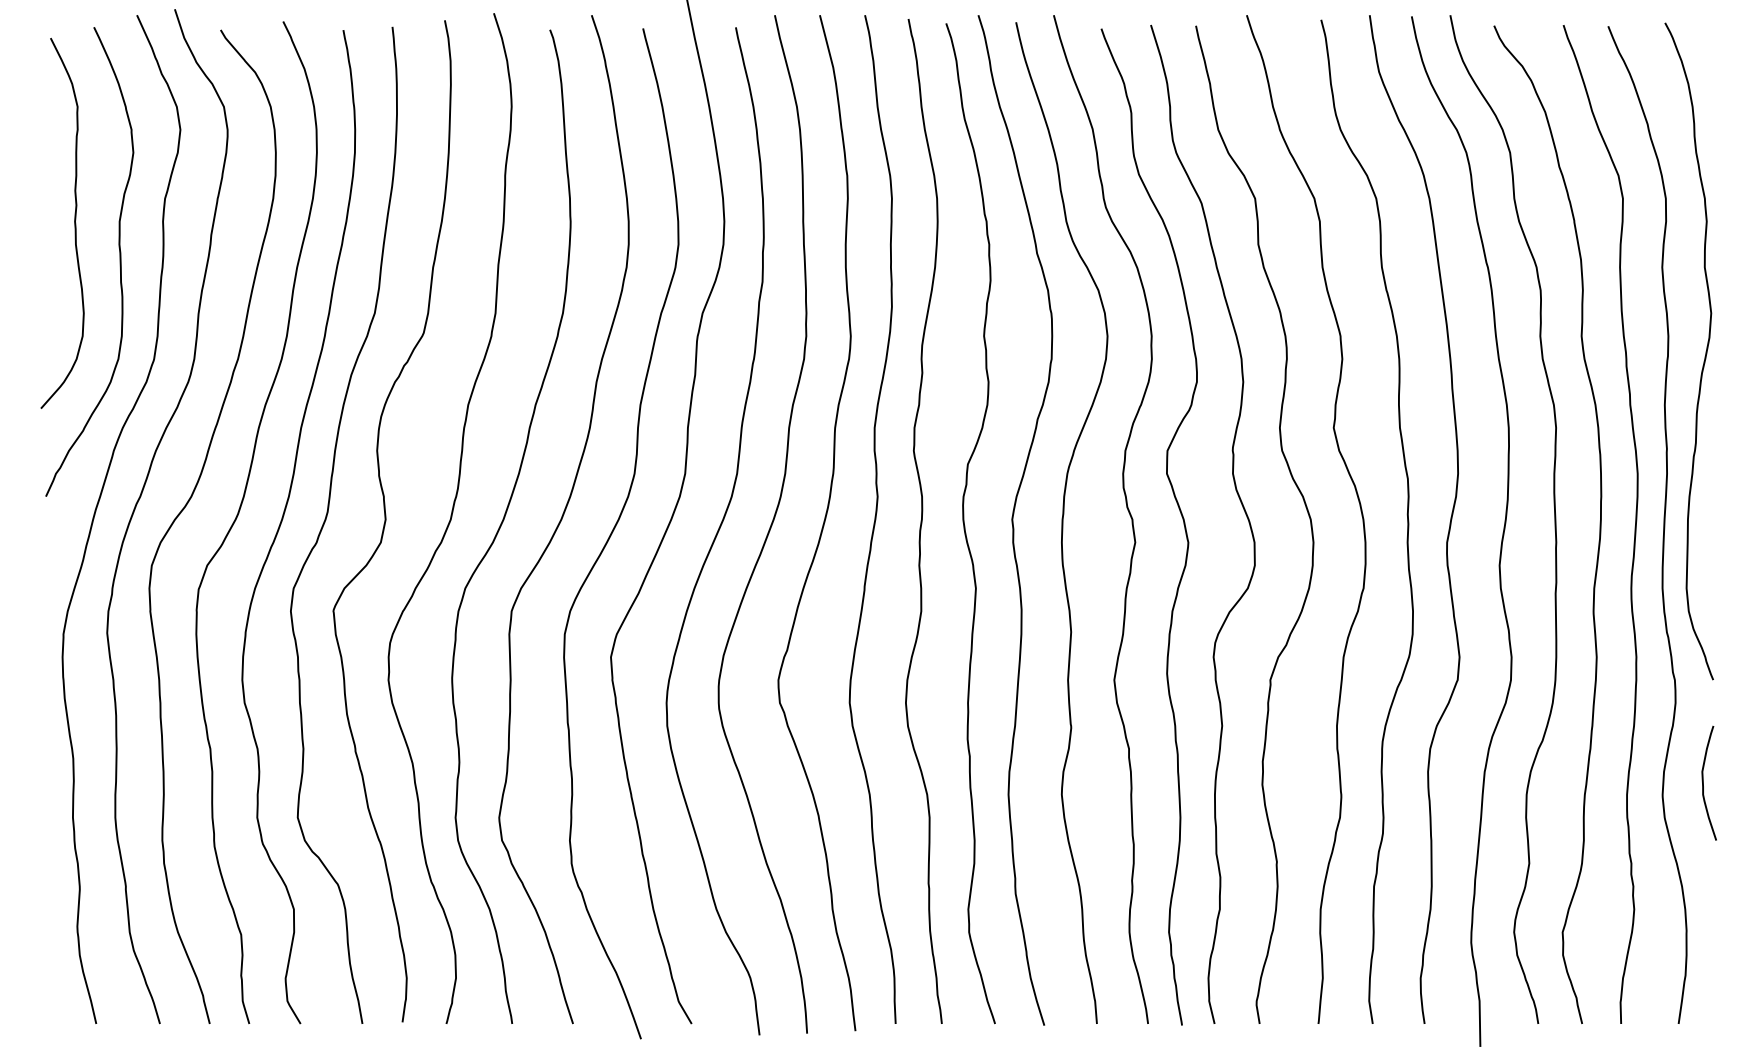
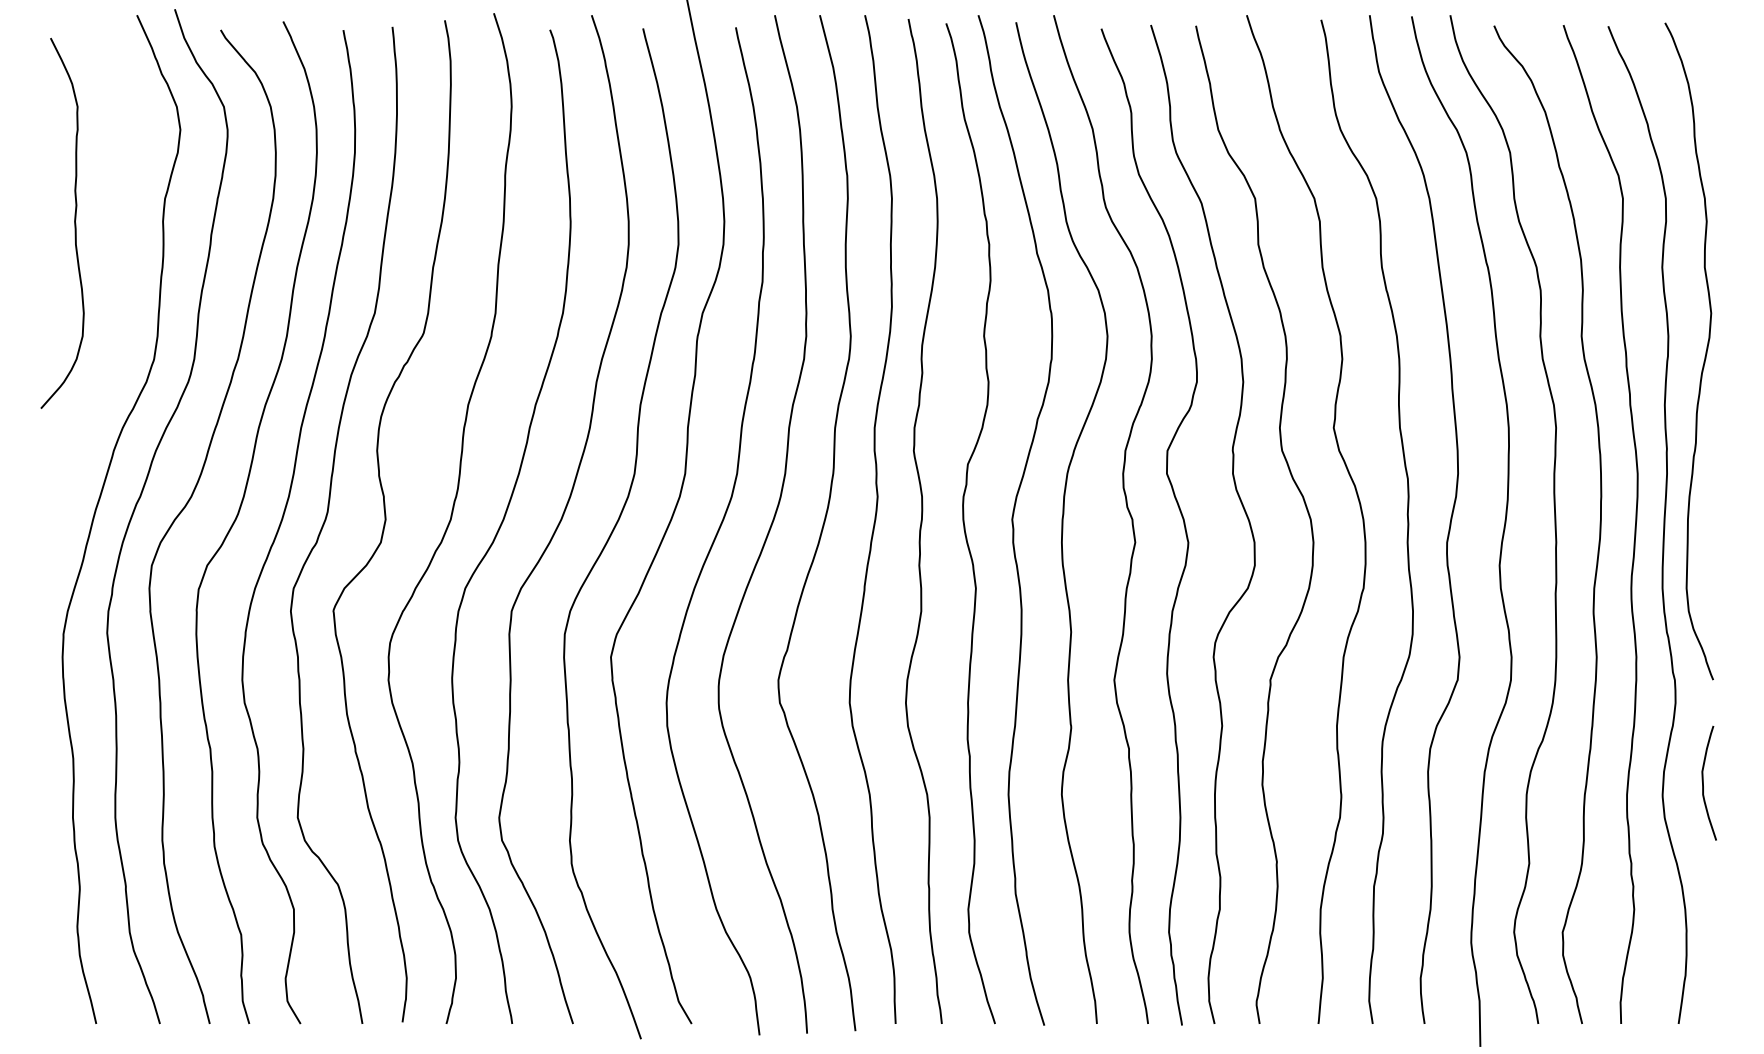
curve at (119, 261): present -> none
